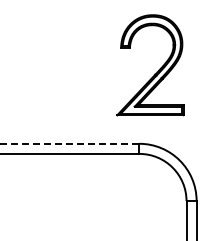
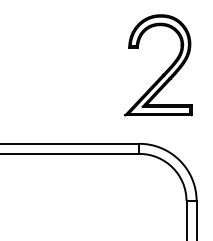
part at (157, 70) position: (157, 70) -> (165, 70)
line at (69, 143): dashed -> solid
